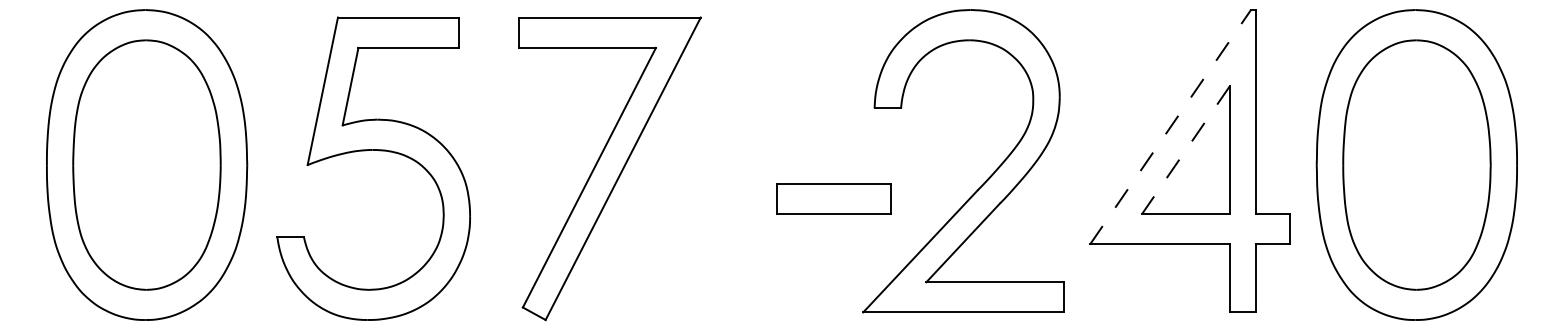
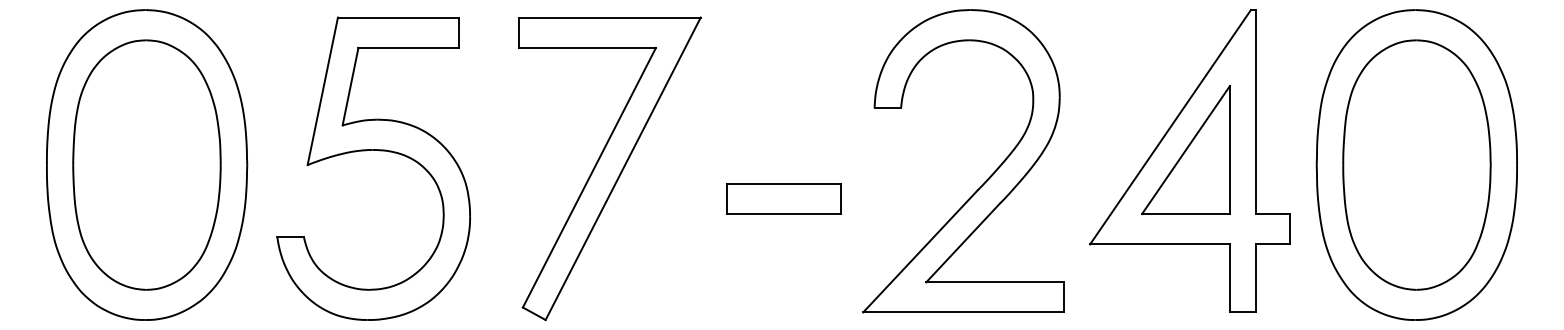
line at (1170, 126): dashed -> solid
line at (1185, 150): dashed -> solid
part at (833, 198) position: (833, 198) -> (783, 198)
